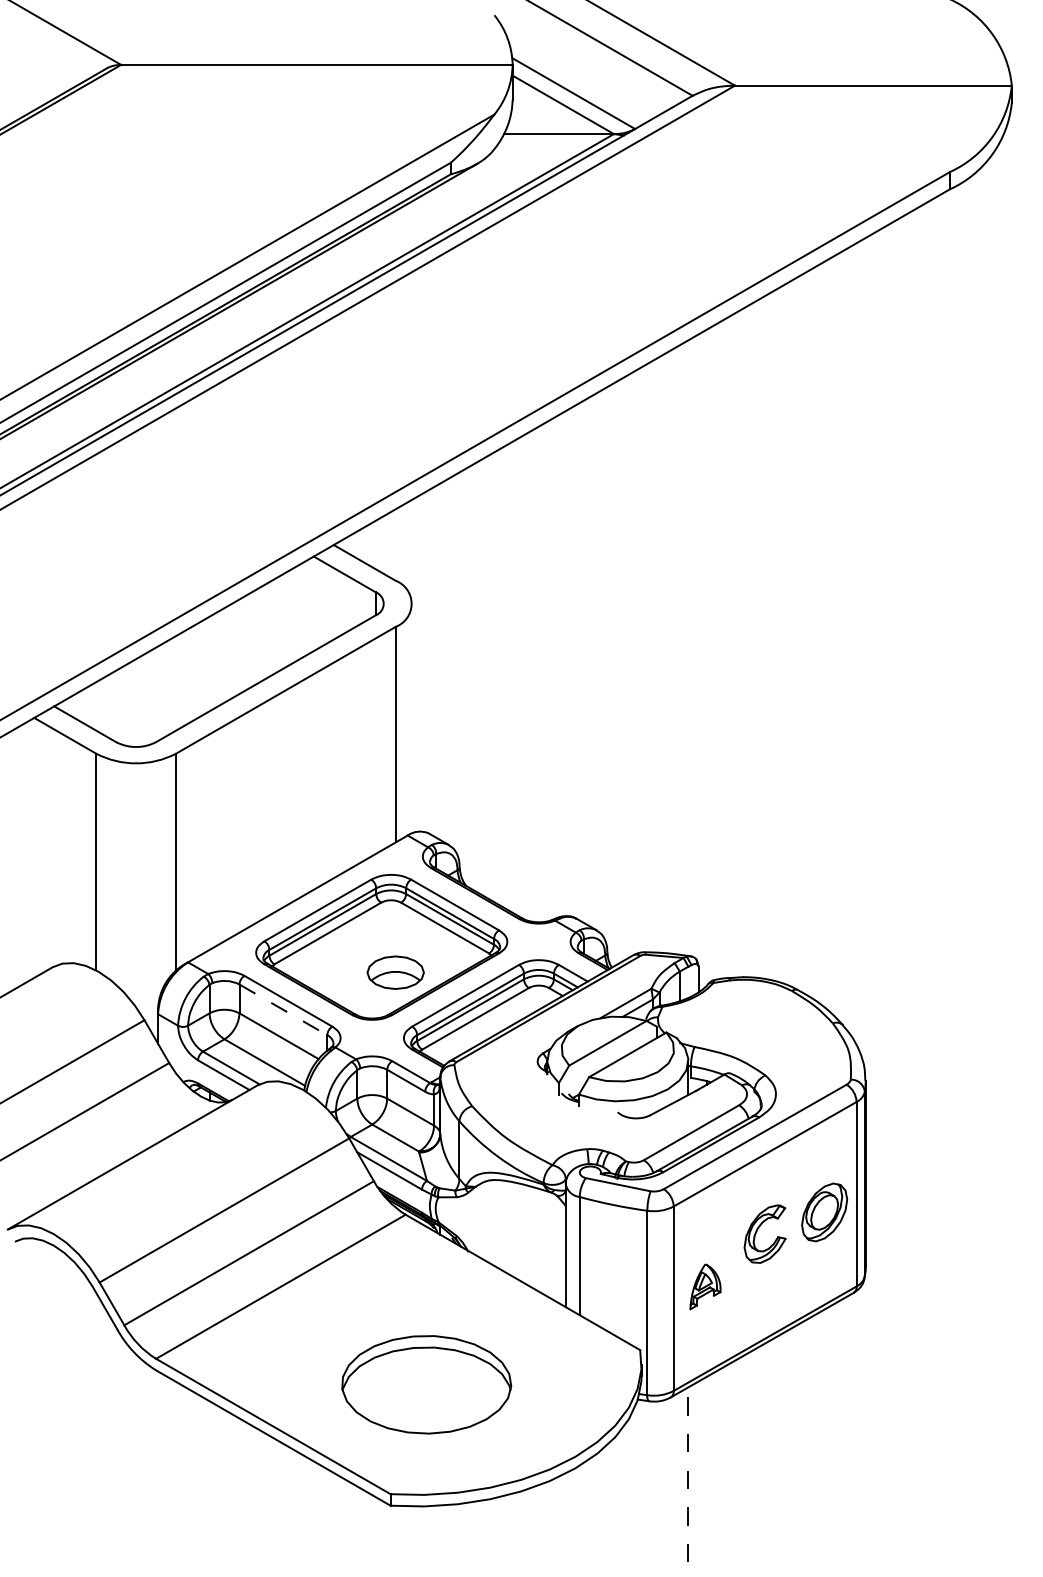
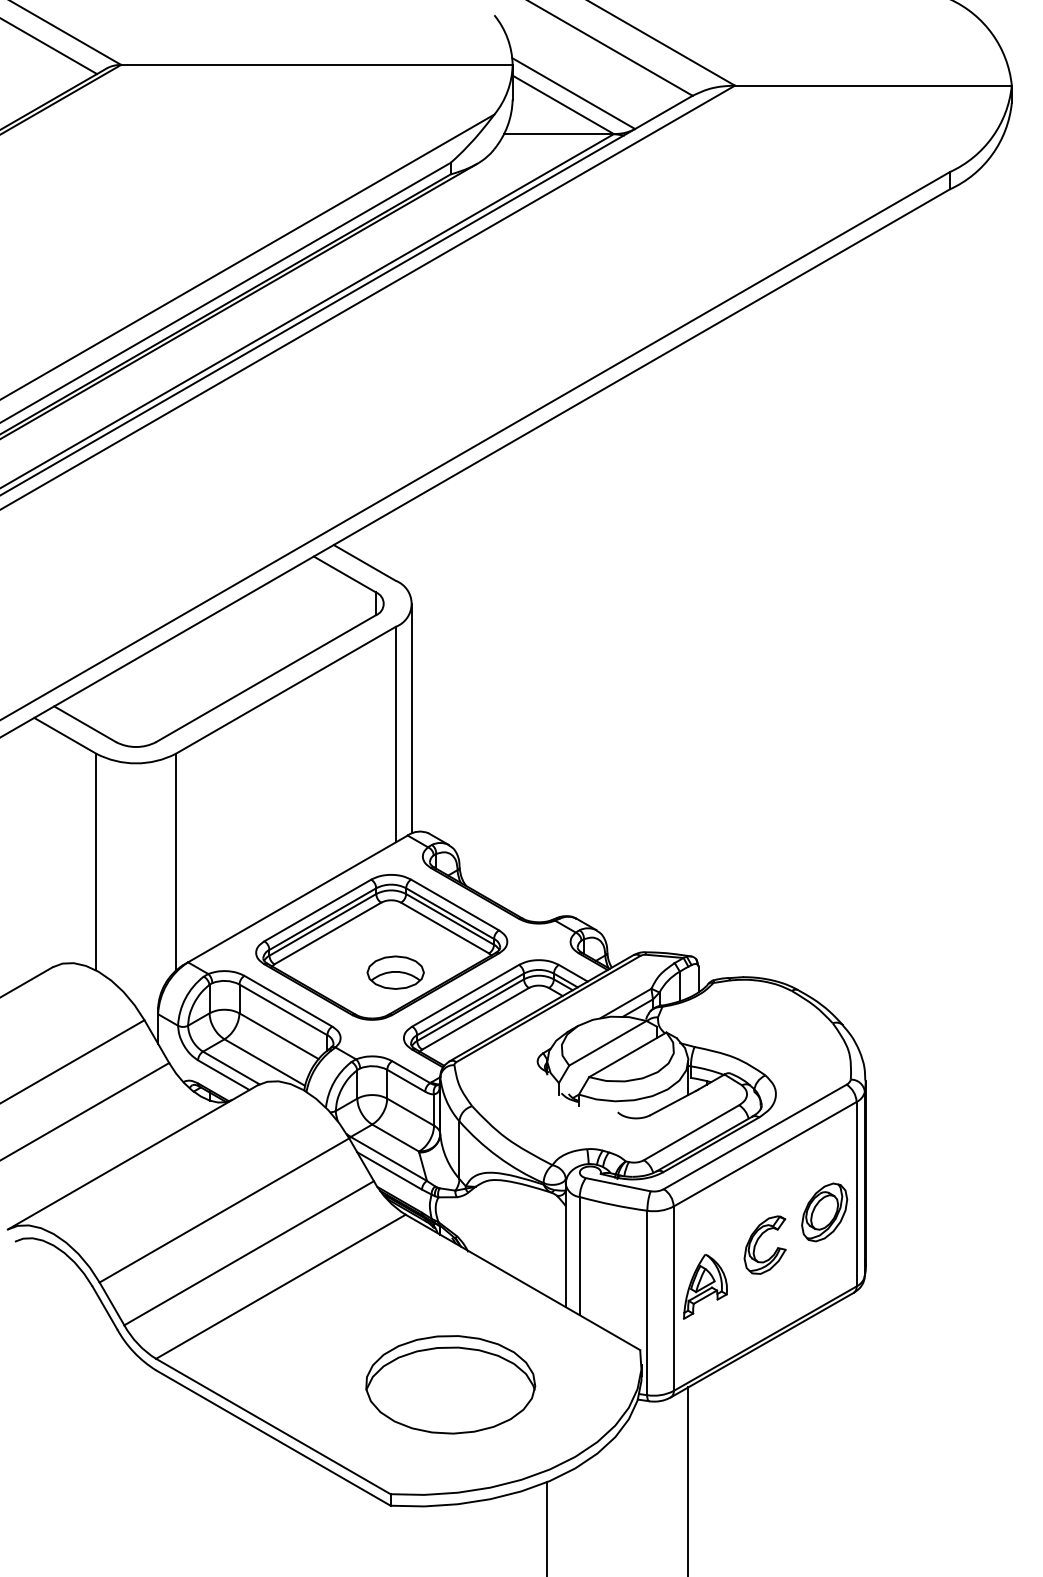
line at (49, 46): none -> present
line at (412, 718): none -> present
line at (283, 1009): dashed -> solid
part at (758, 1229) position: (758, 1229) -> (758, 1240)
part at (705, 1286) size: 33x48 px -> 45x66 px
part at (426, 1384) position: (426, 1384) -> (450, 1384)
line at (688, 1481): dashed -> solid
line at (547, 1527): none -> present
